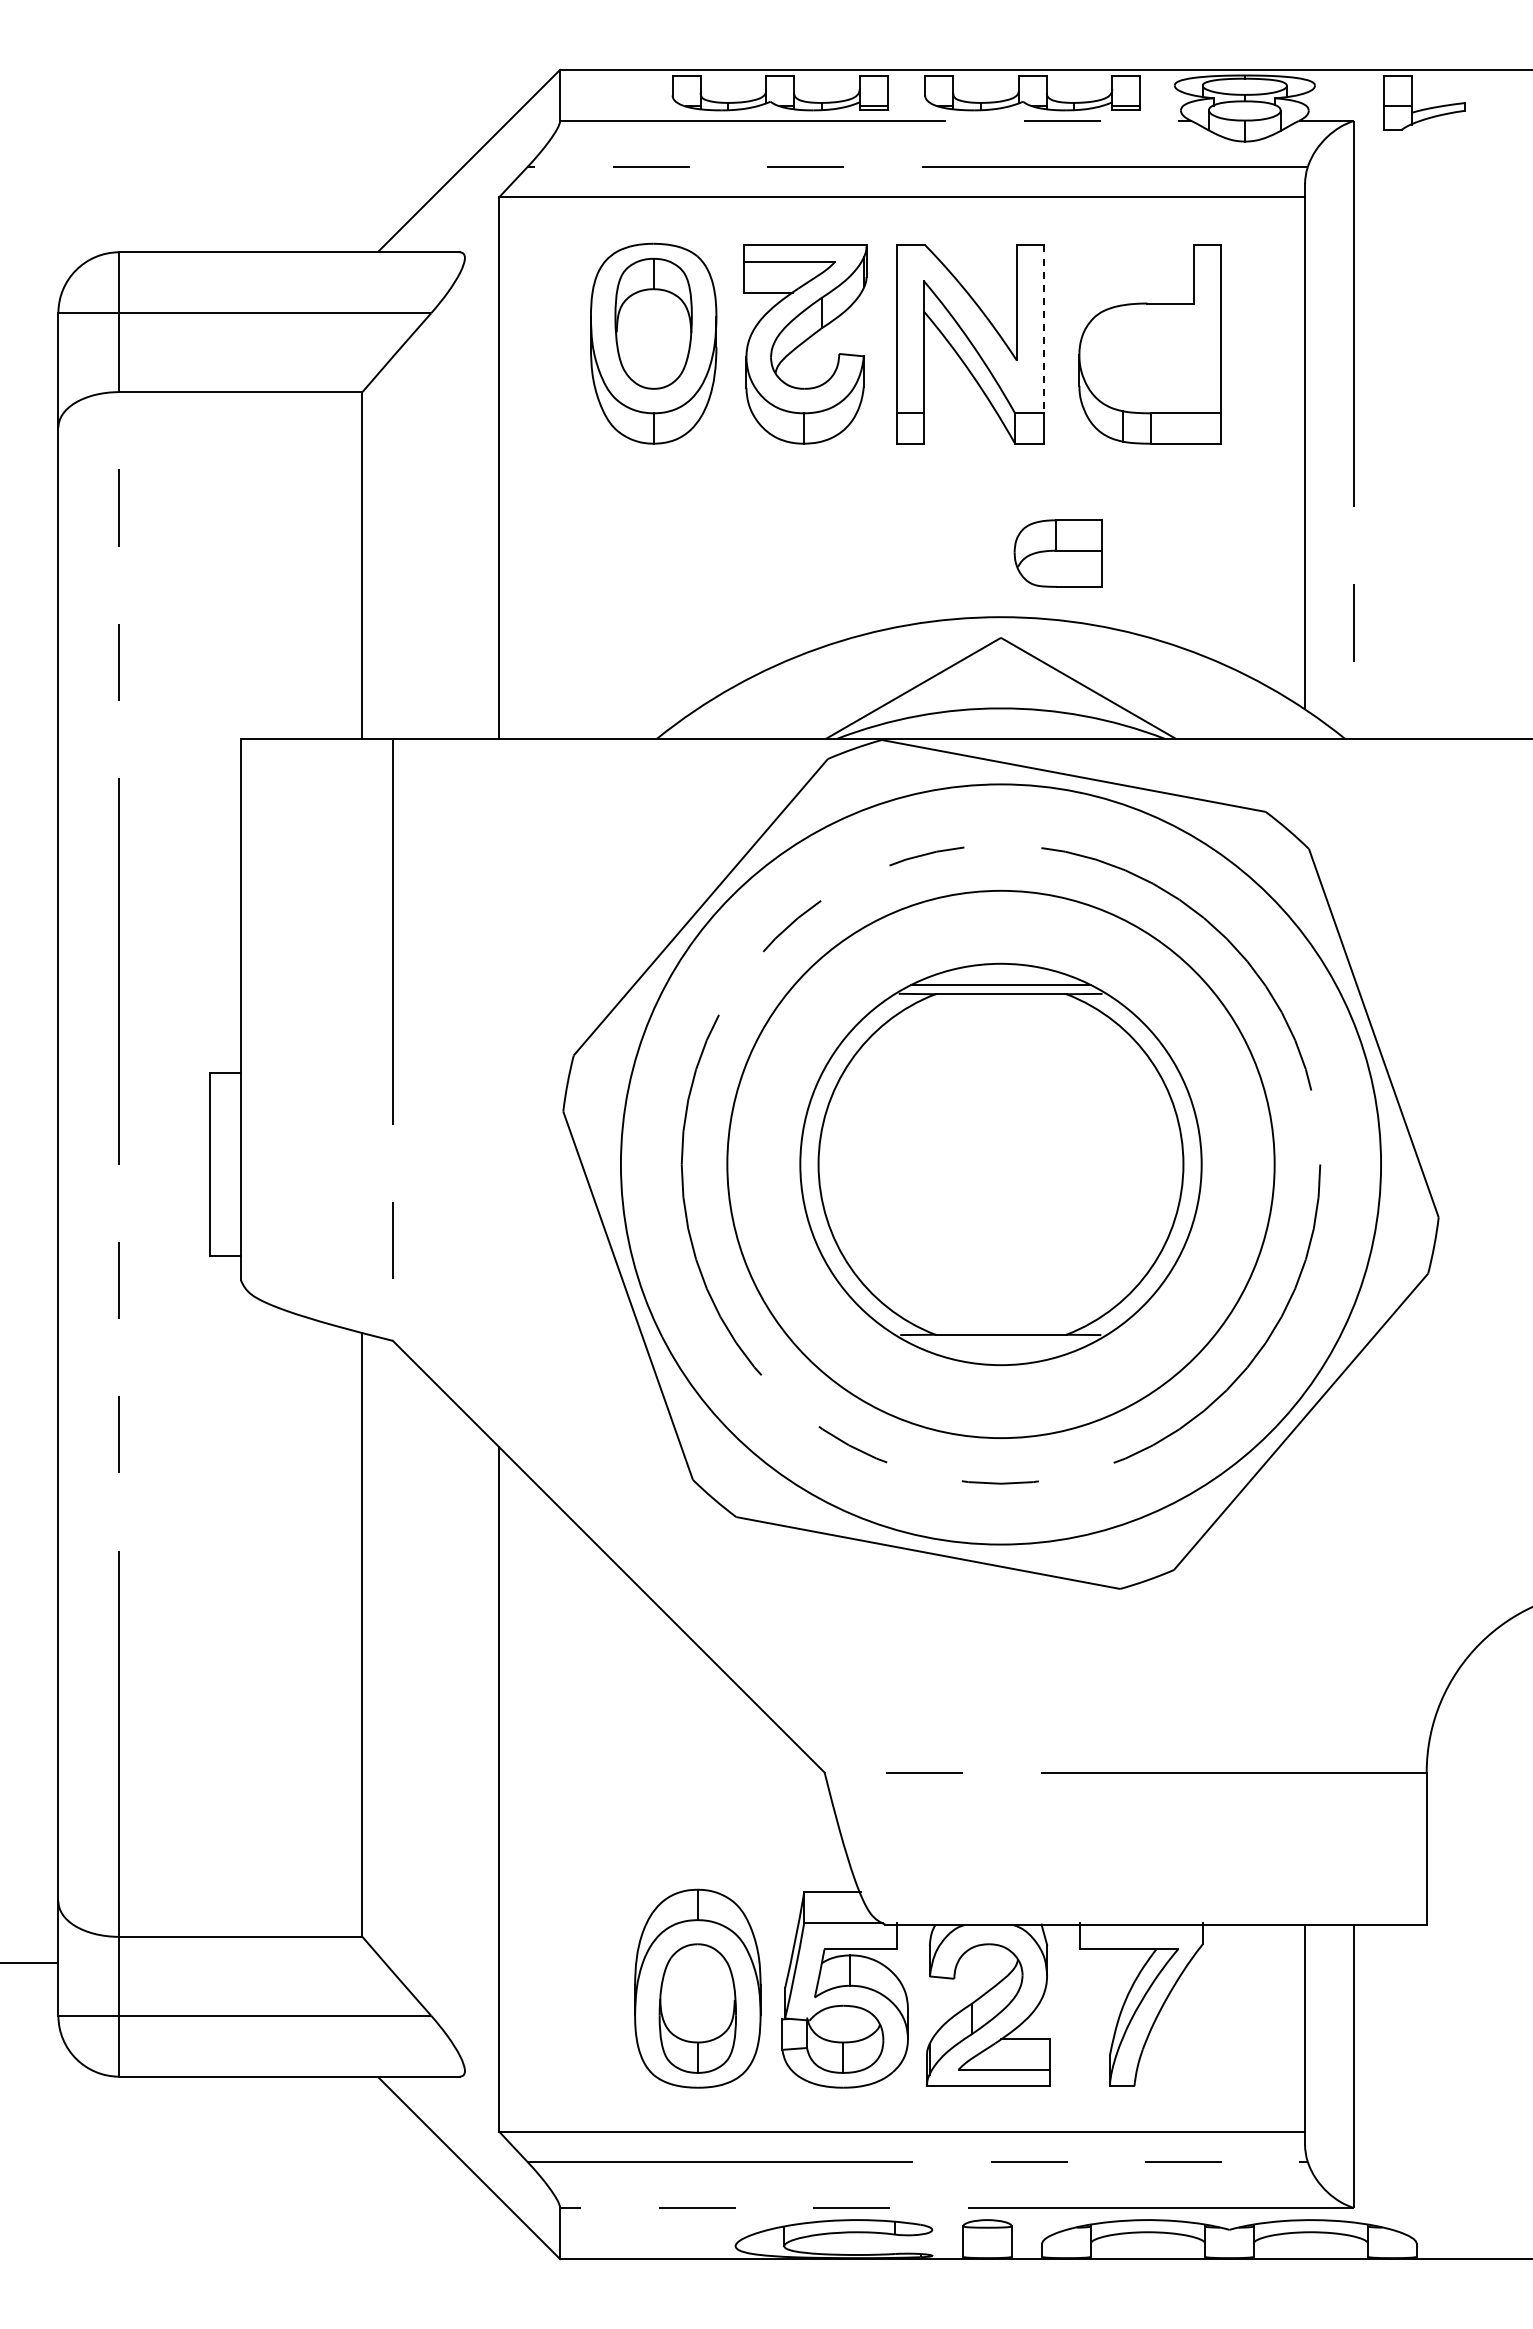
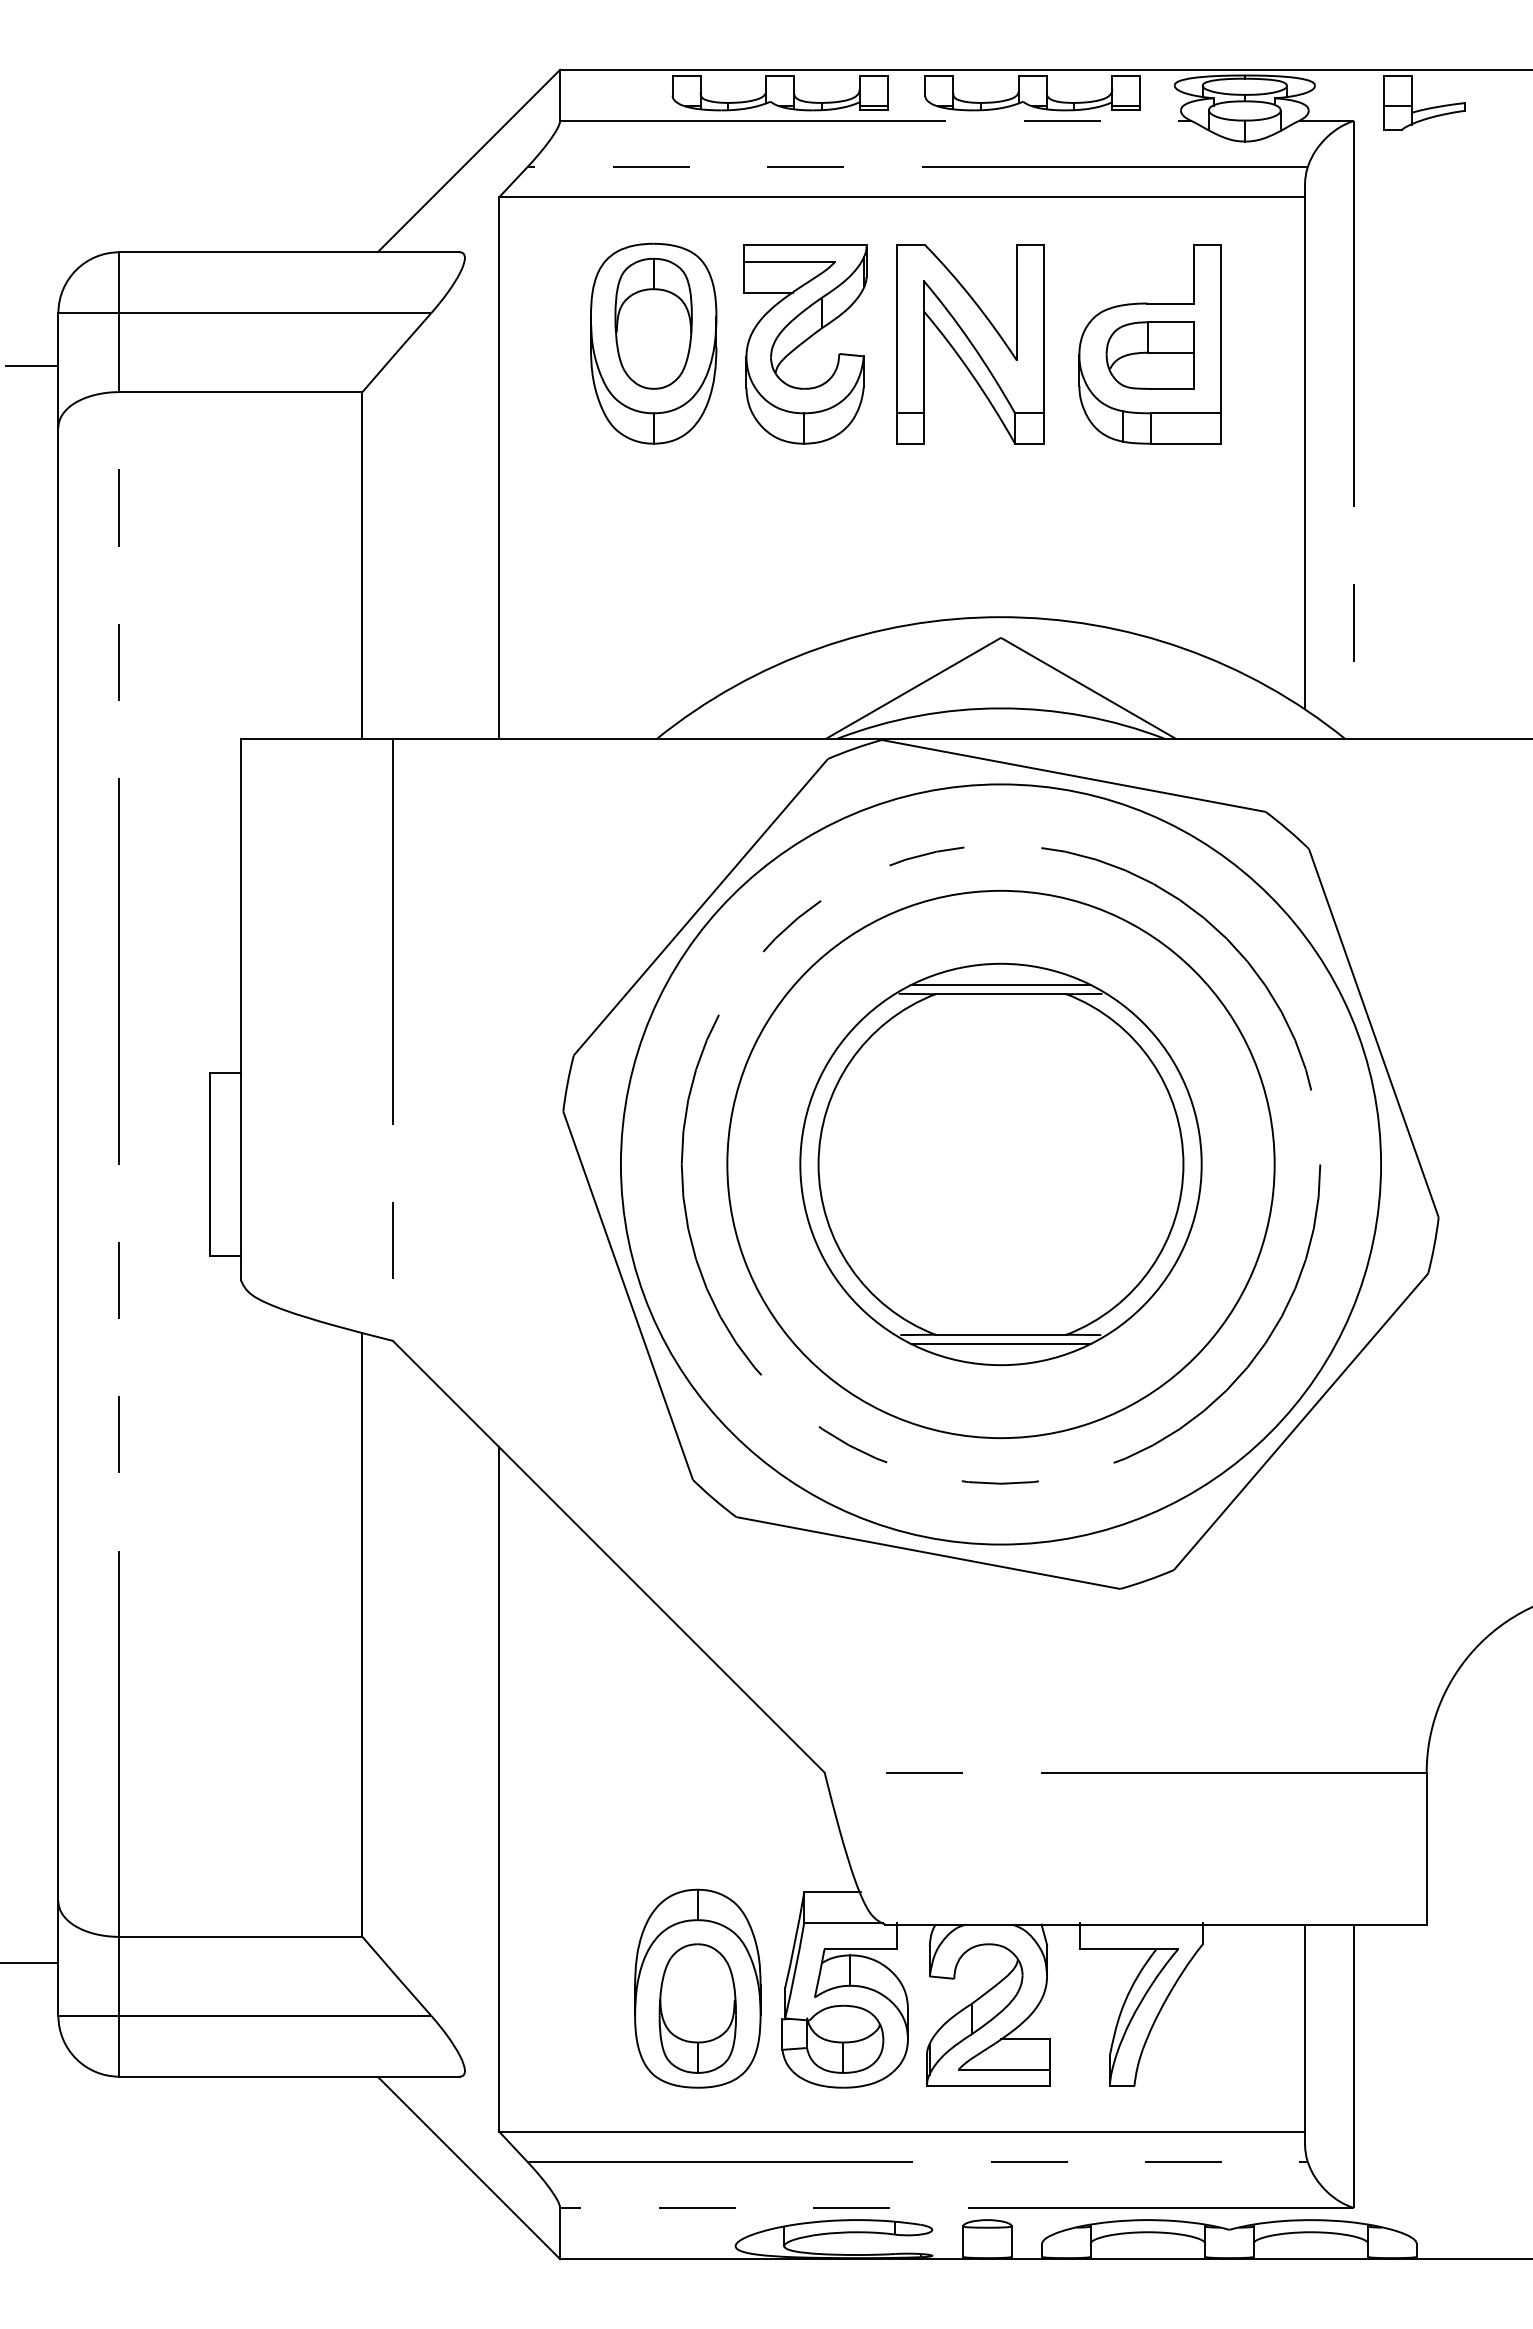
line at (1043, 329): dashed -> solid
line at (32, 366): none -> present
part at (1057, 553) position: (1057, 553) -> (1149, 355)
line at (1000, 1343): none -> present
